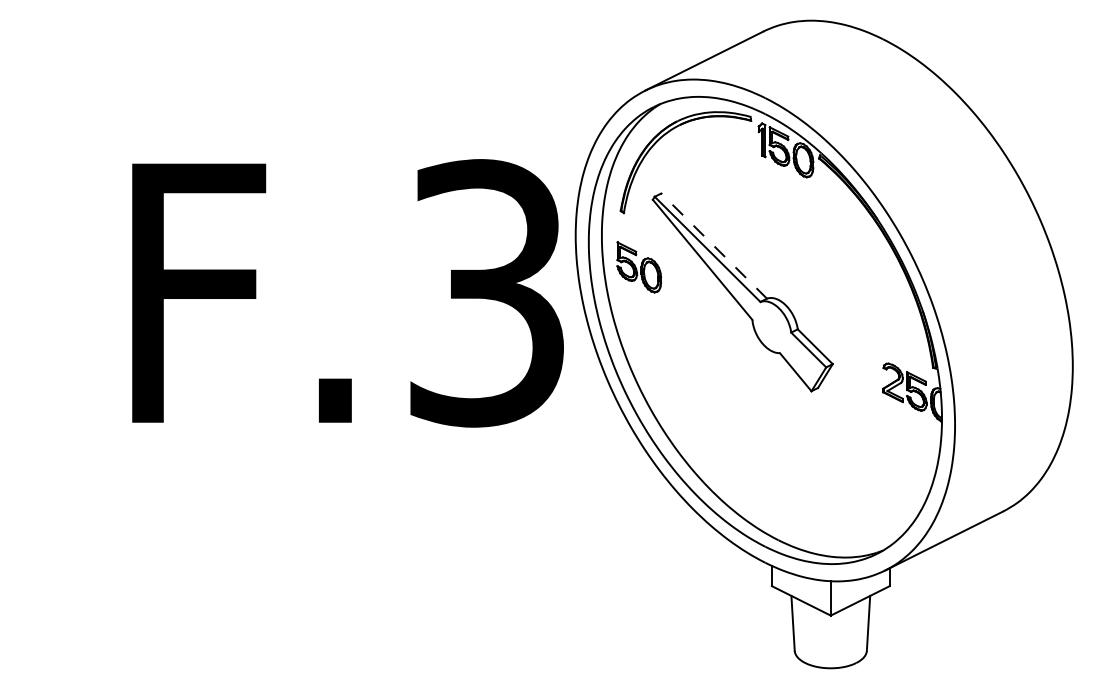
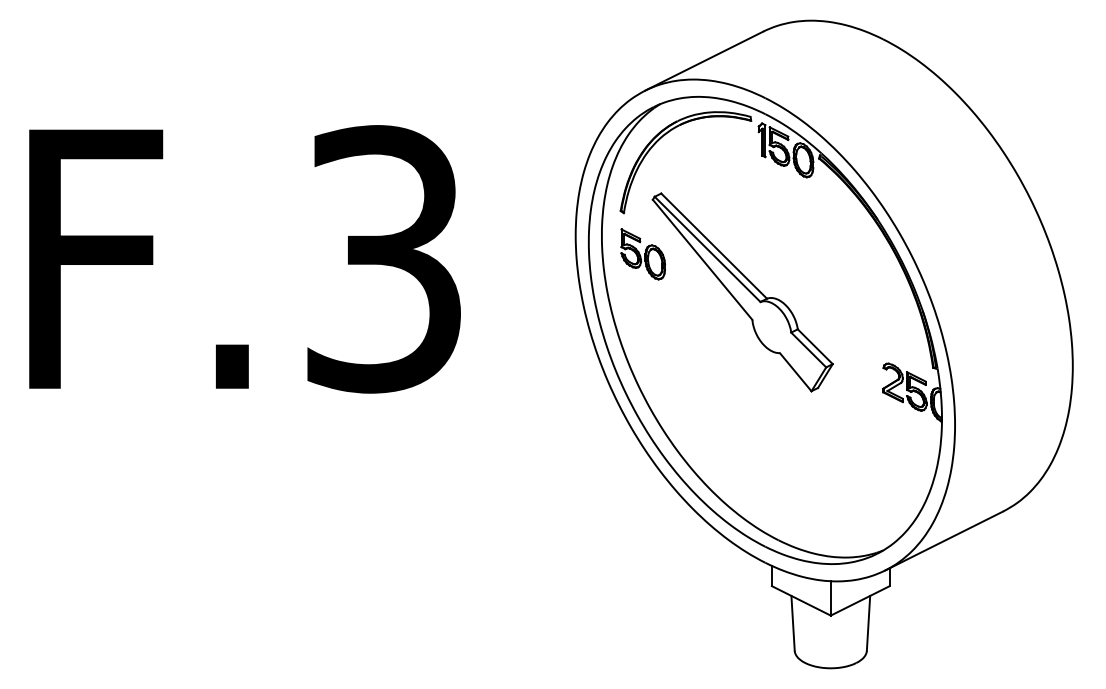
line at (714, 246): dashed -> solid
part at (639, 267) position: (639, 267) -> (643, 254)
text at (347, 293) position: (347, 293) -> (244, 259)
